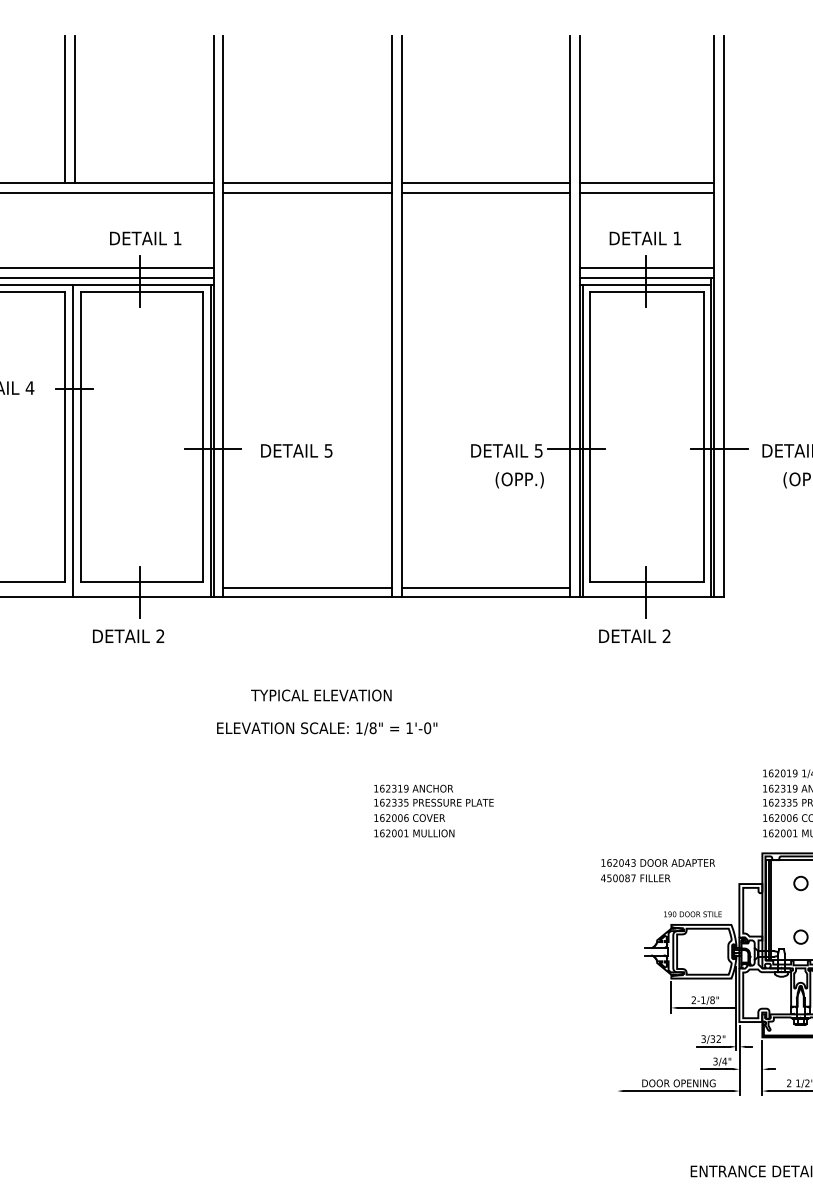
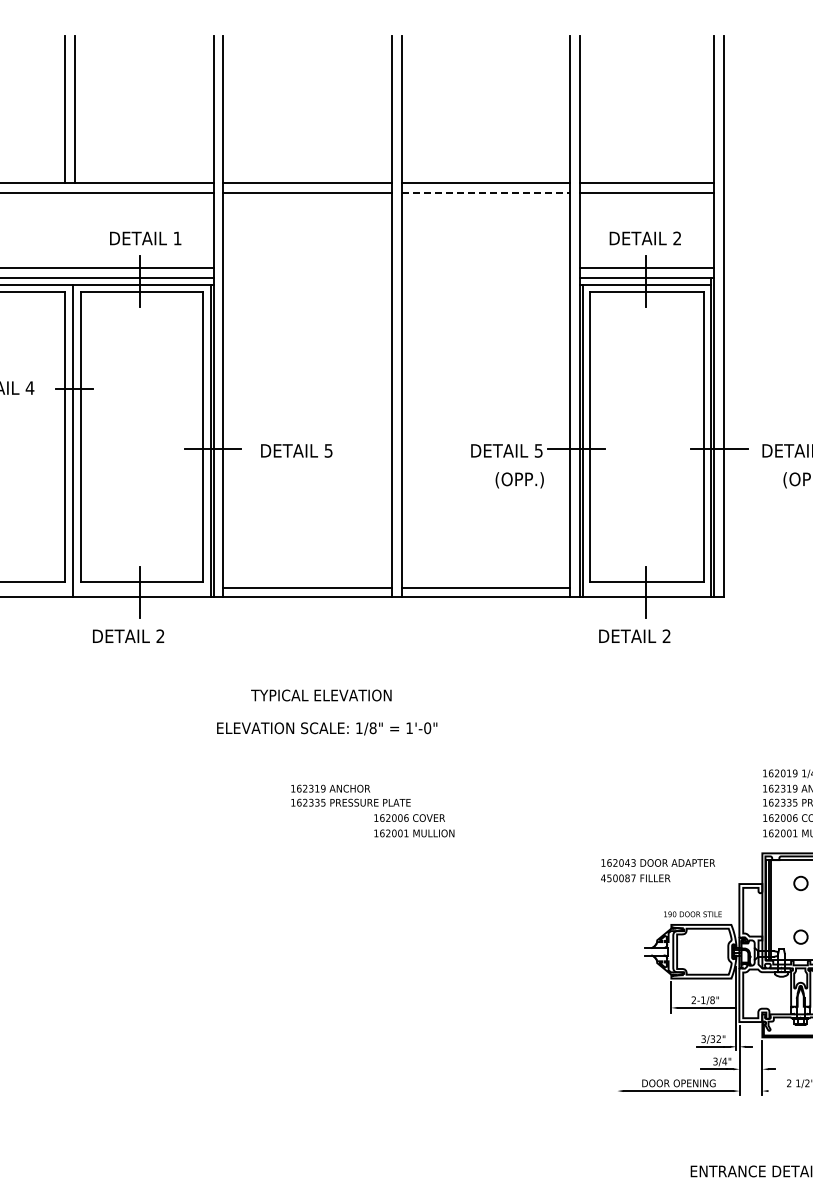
line at (486, 192): solid -> dashed
text at (677, 238): 1 -> 2
text at (433, 795) position: (433, 795) -> (350, 795)
line at (788, 1091): present -> none
